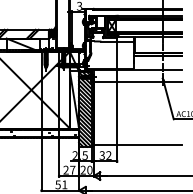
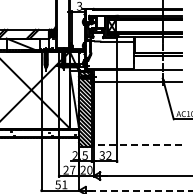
line at (137, 144): solid -> dashed
line at (139, 190): solid -> dashed
